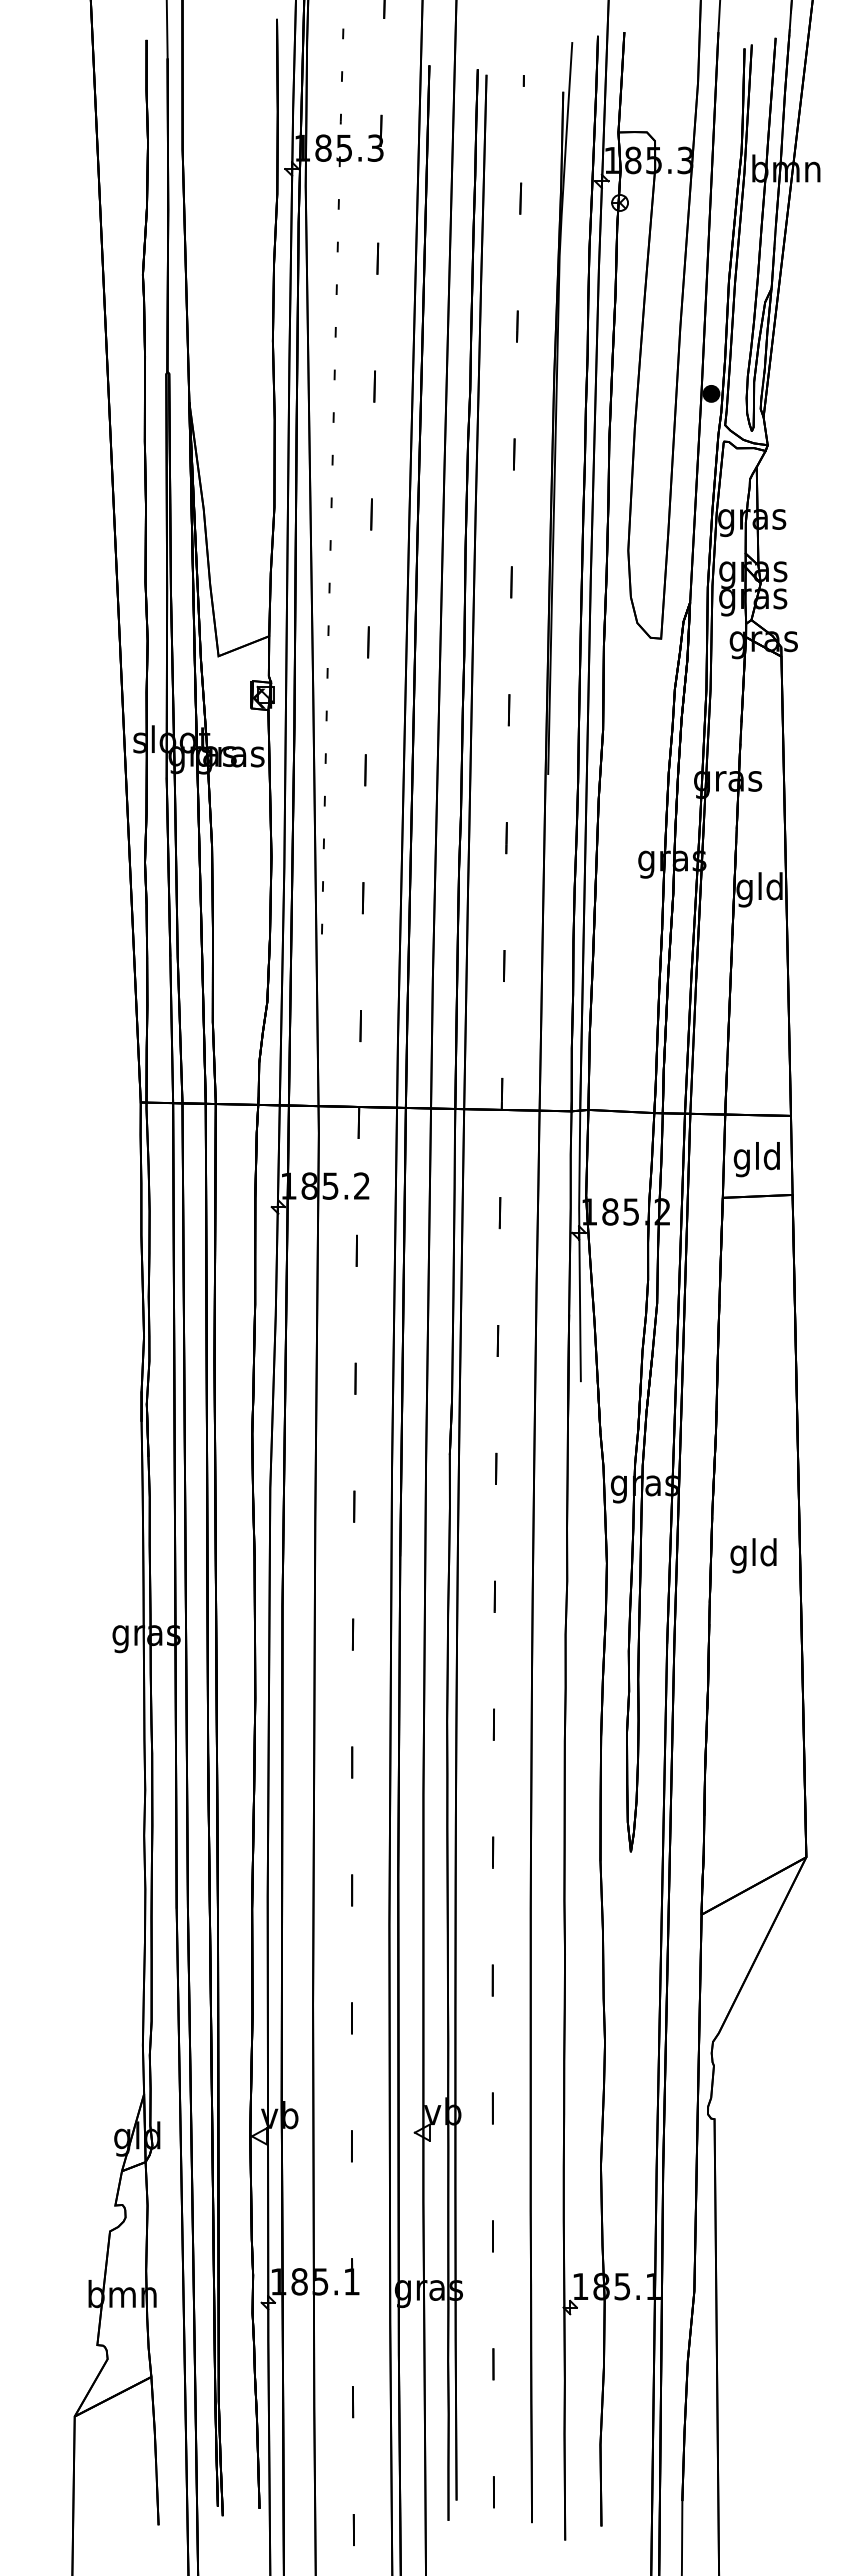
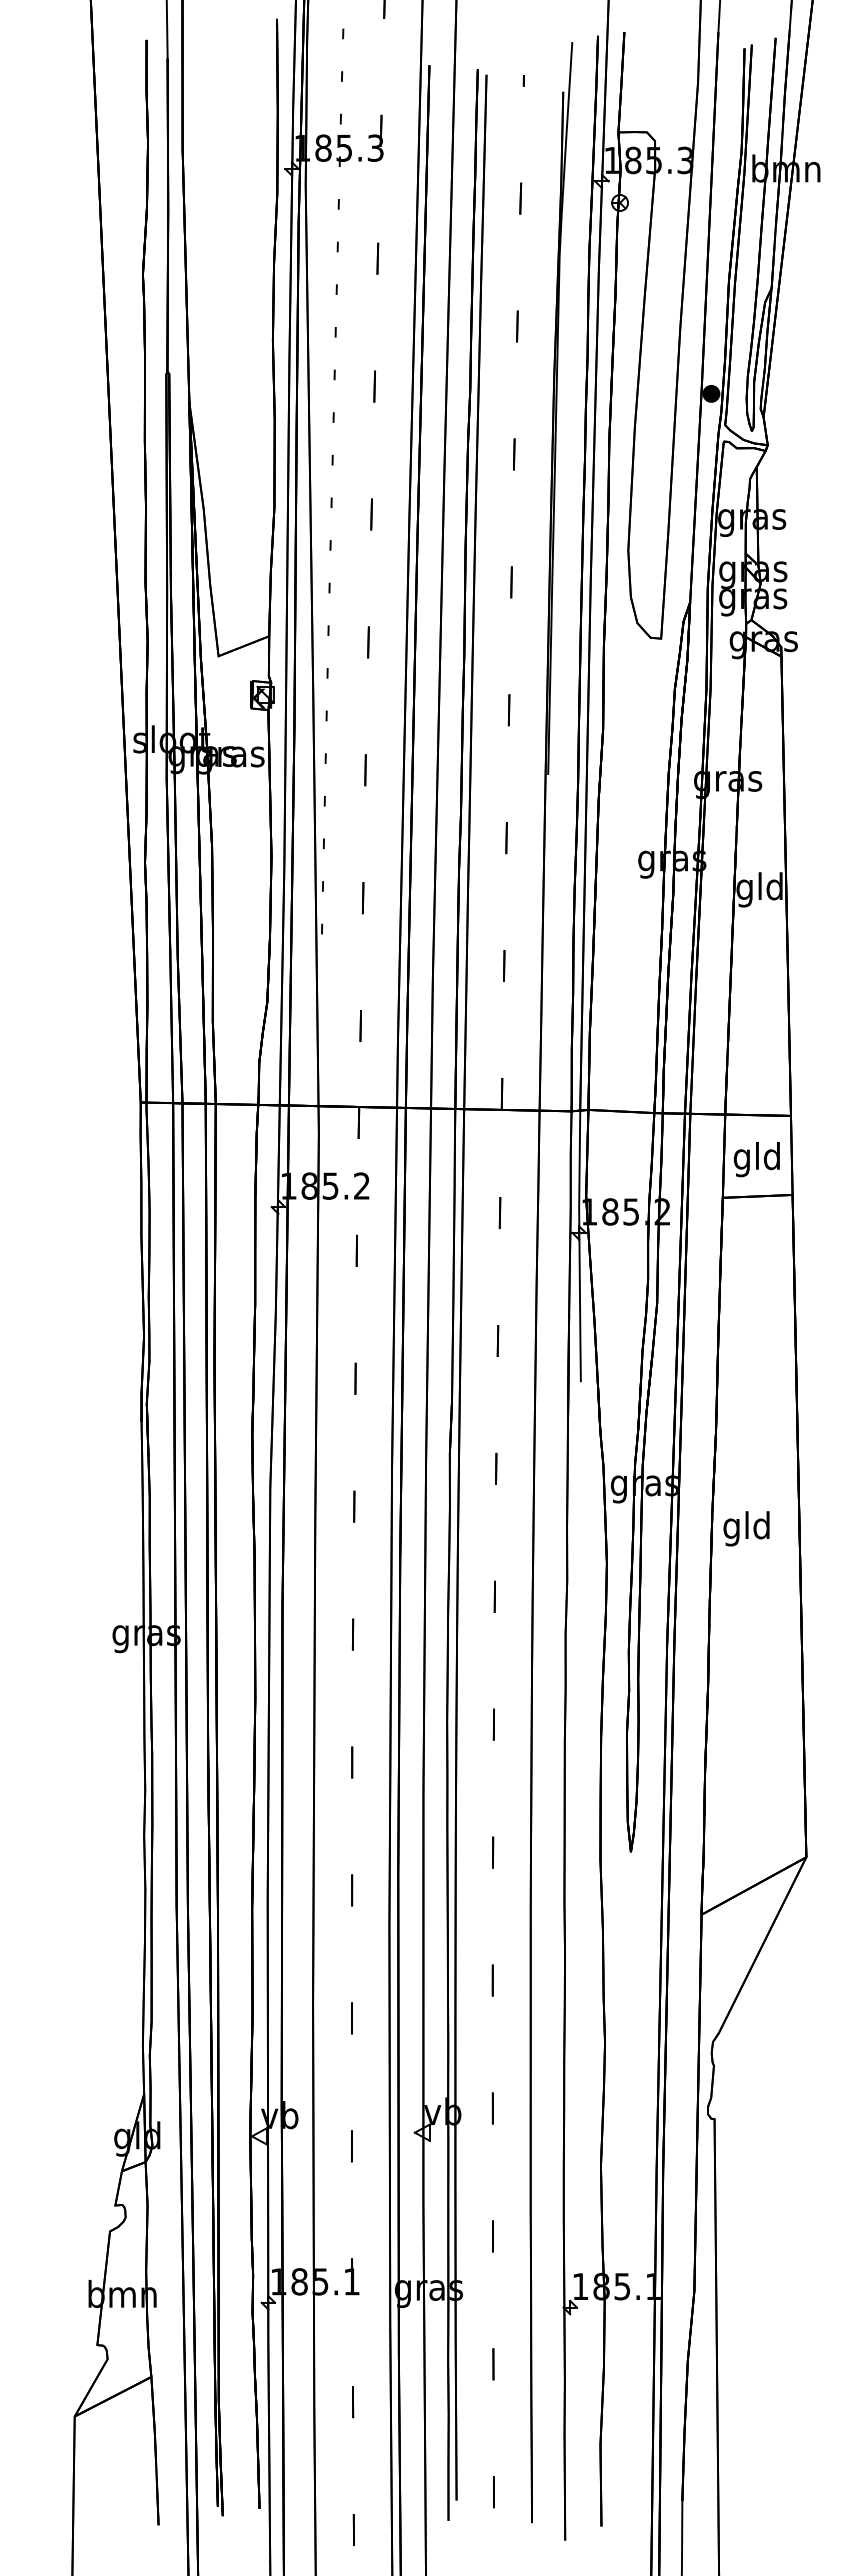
text at (753, 1555) position: (753, 1555) -> (746, 1528)
